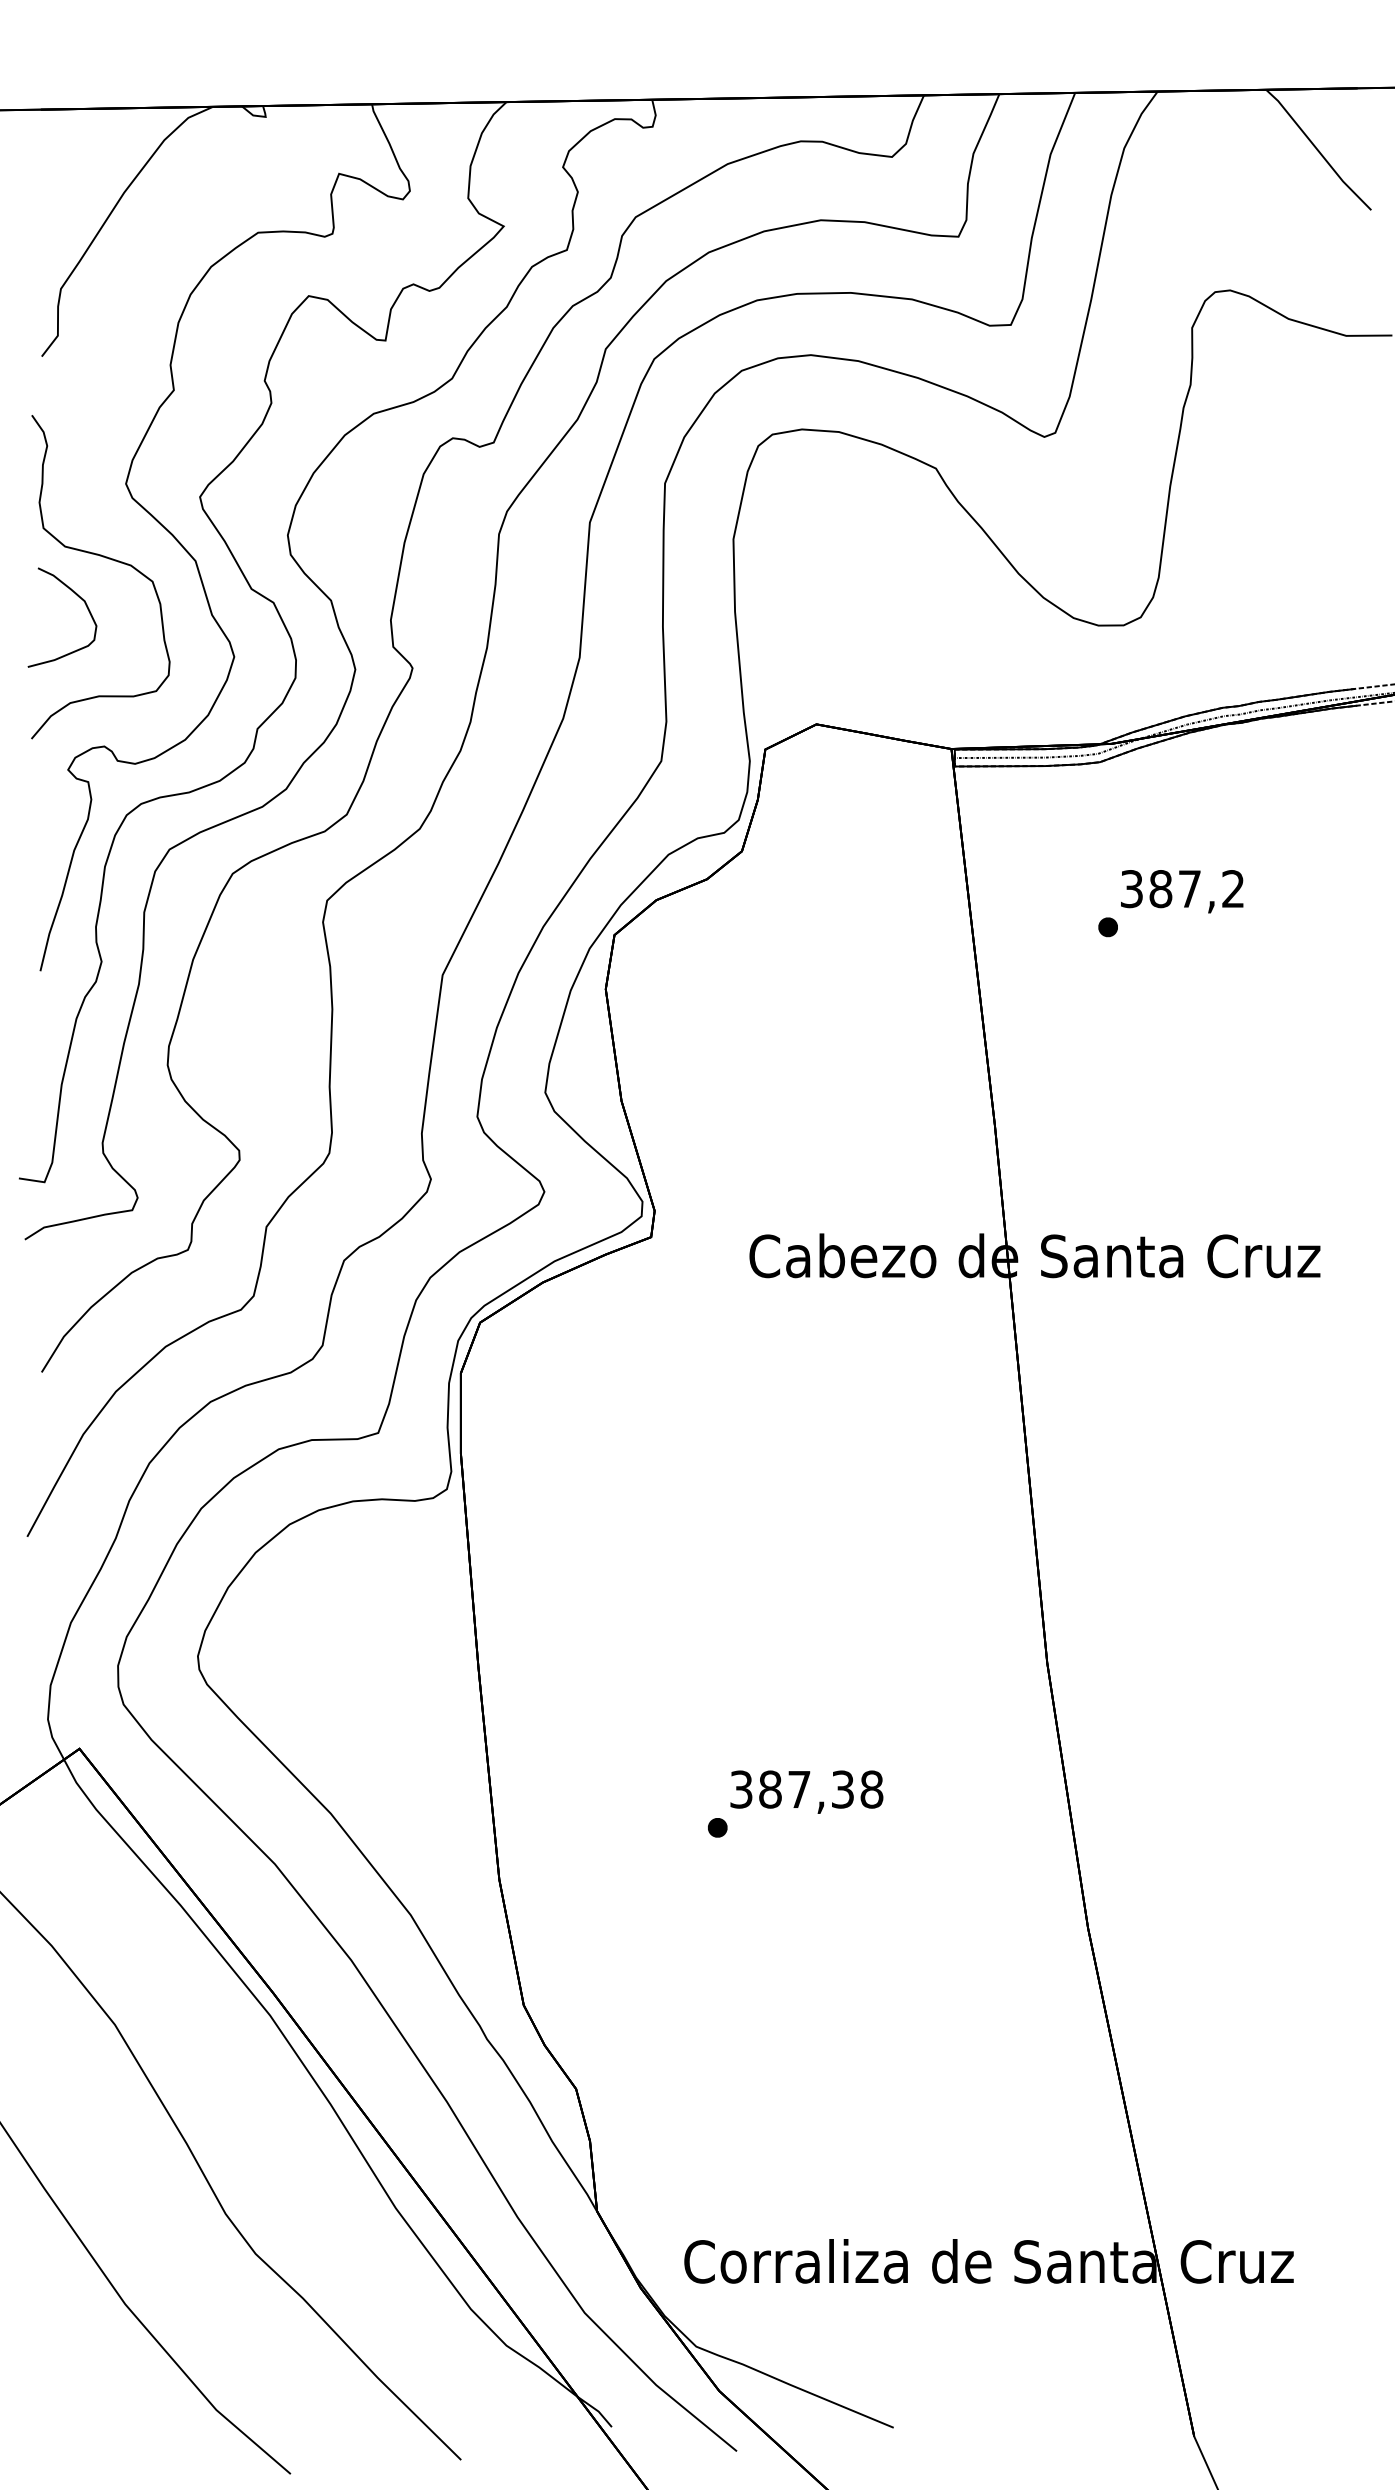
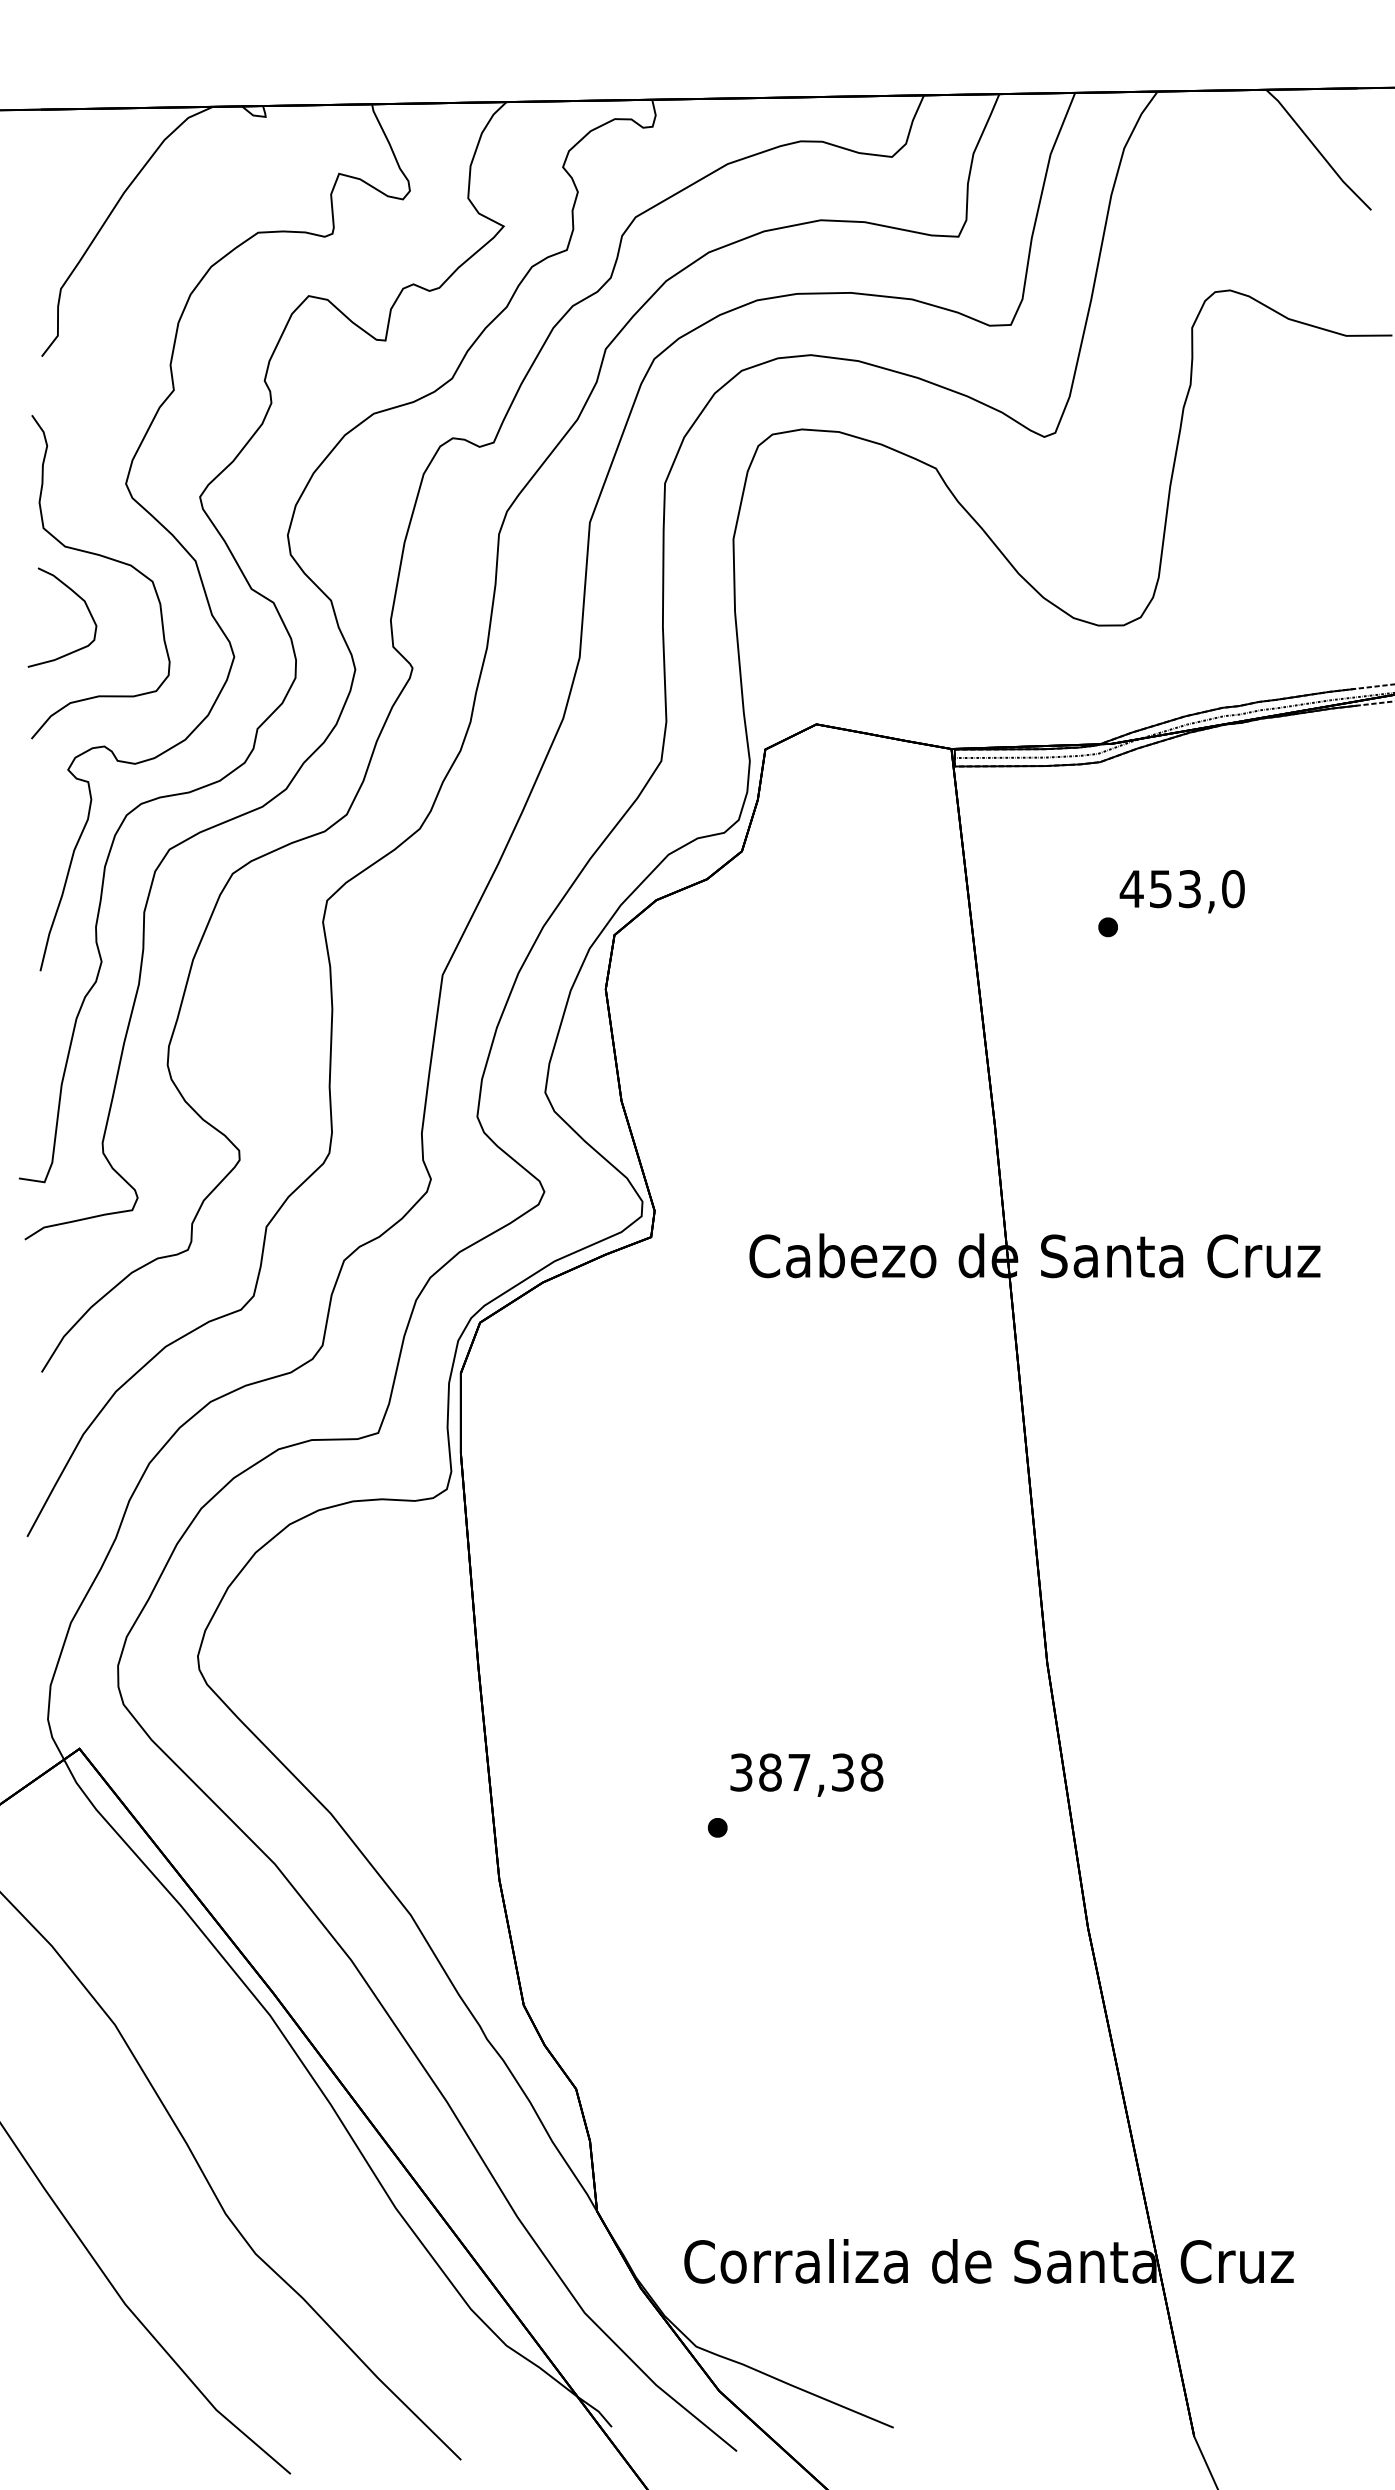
text at (1181, 889): 387,2 -> 453,0
text at (806, 1791) position: (806, 1791) -> (806, 1774)
